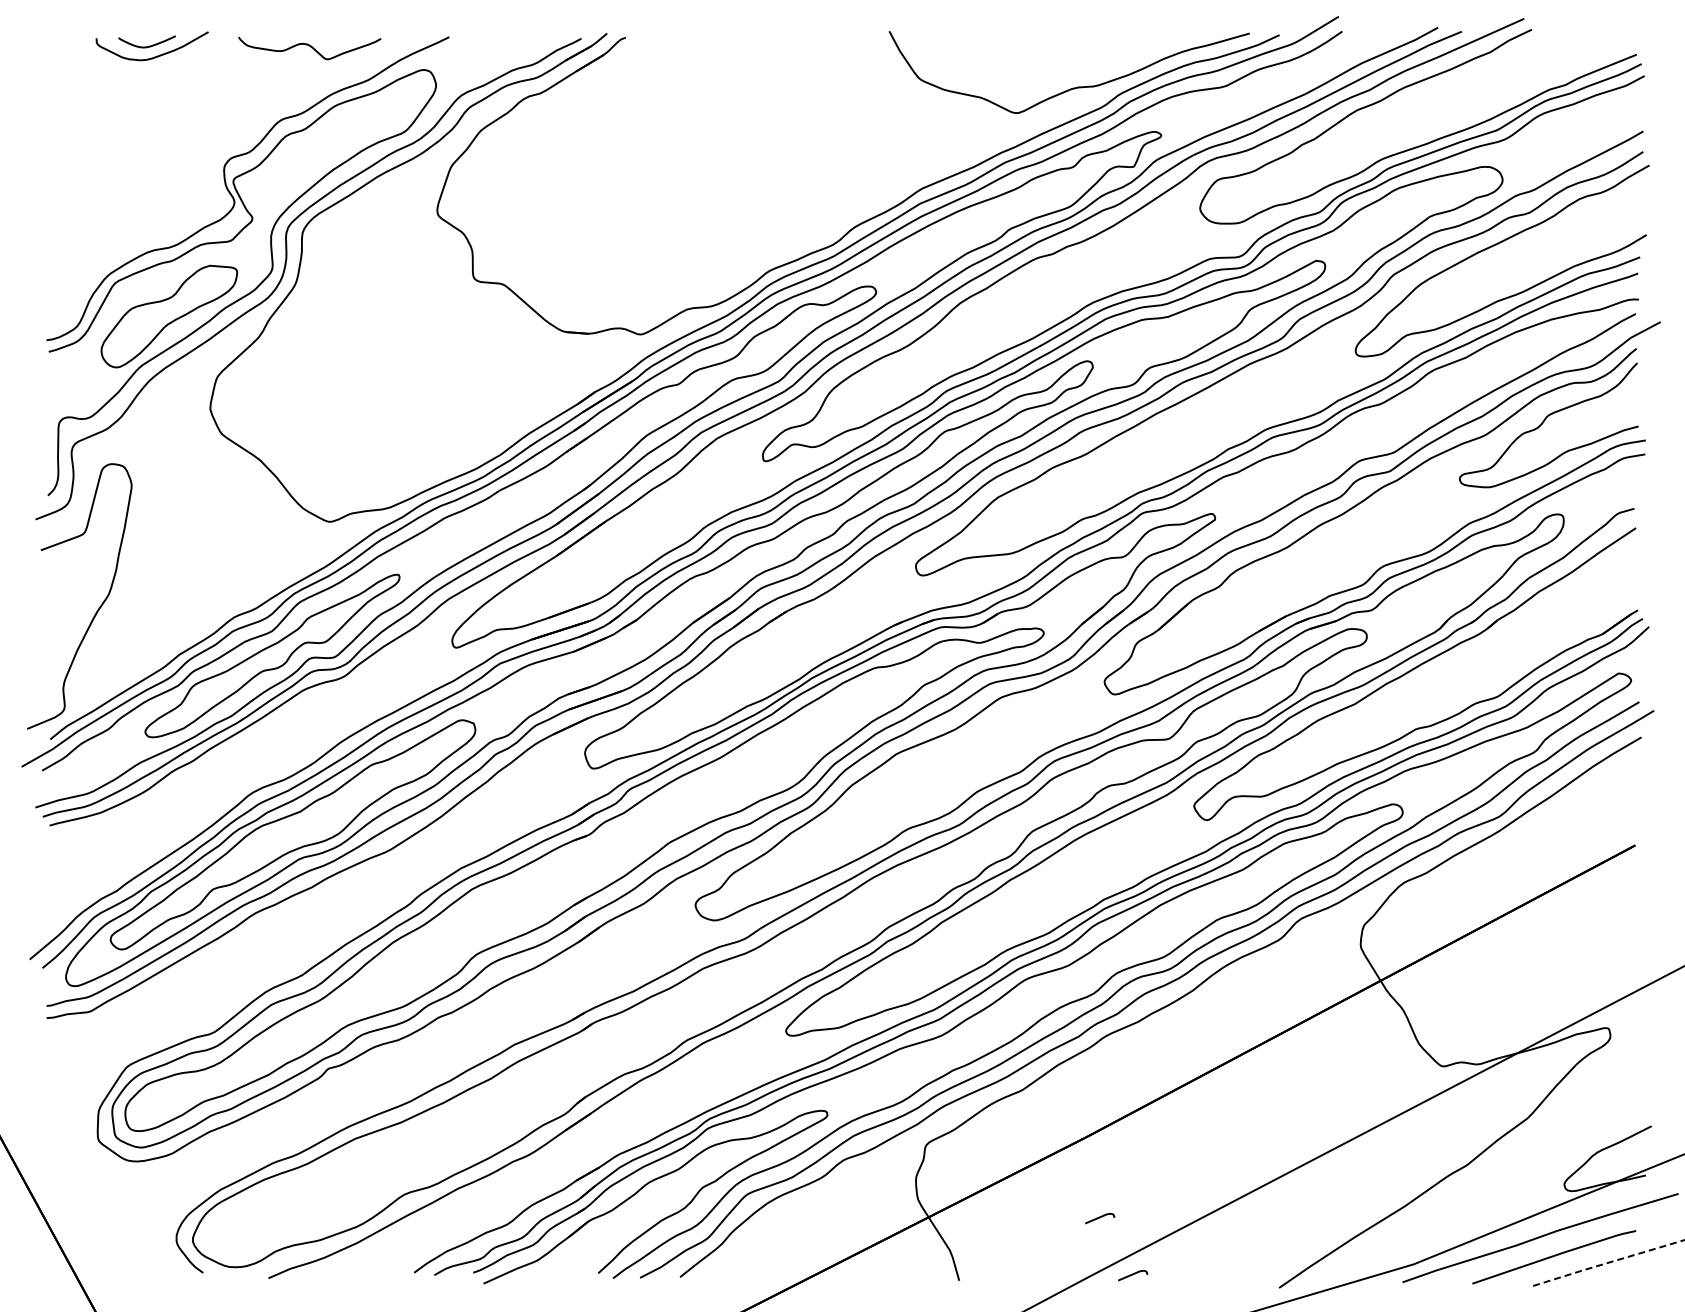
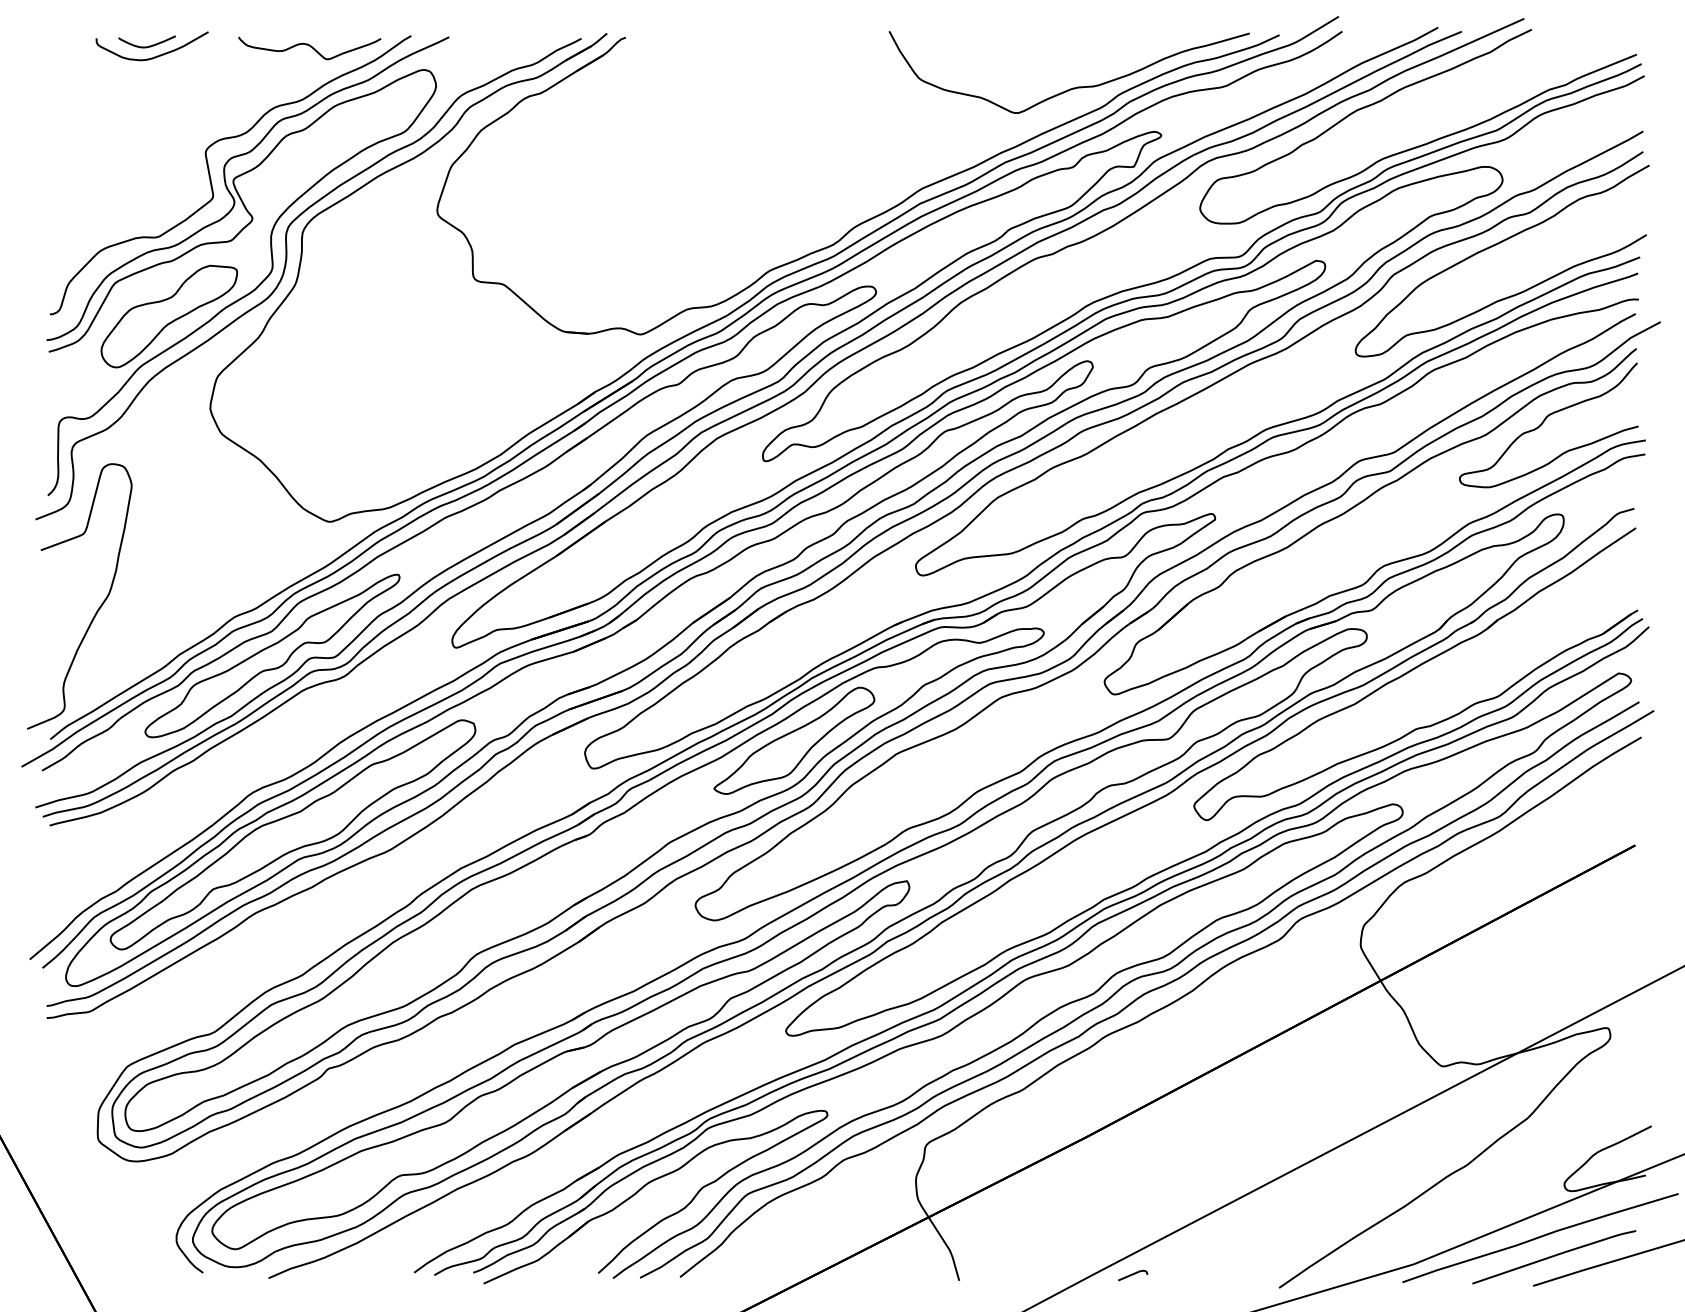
curve at (211, 178): none -> present
part at (794, 740): none -> present
part at (560, 1065): none -> present
curve at (1100, 1218): present -> none
line at (1608, 1262): dashed -> solid
